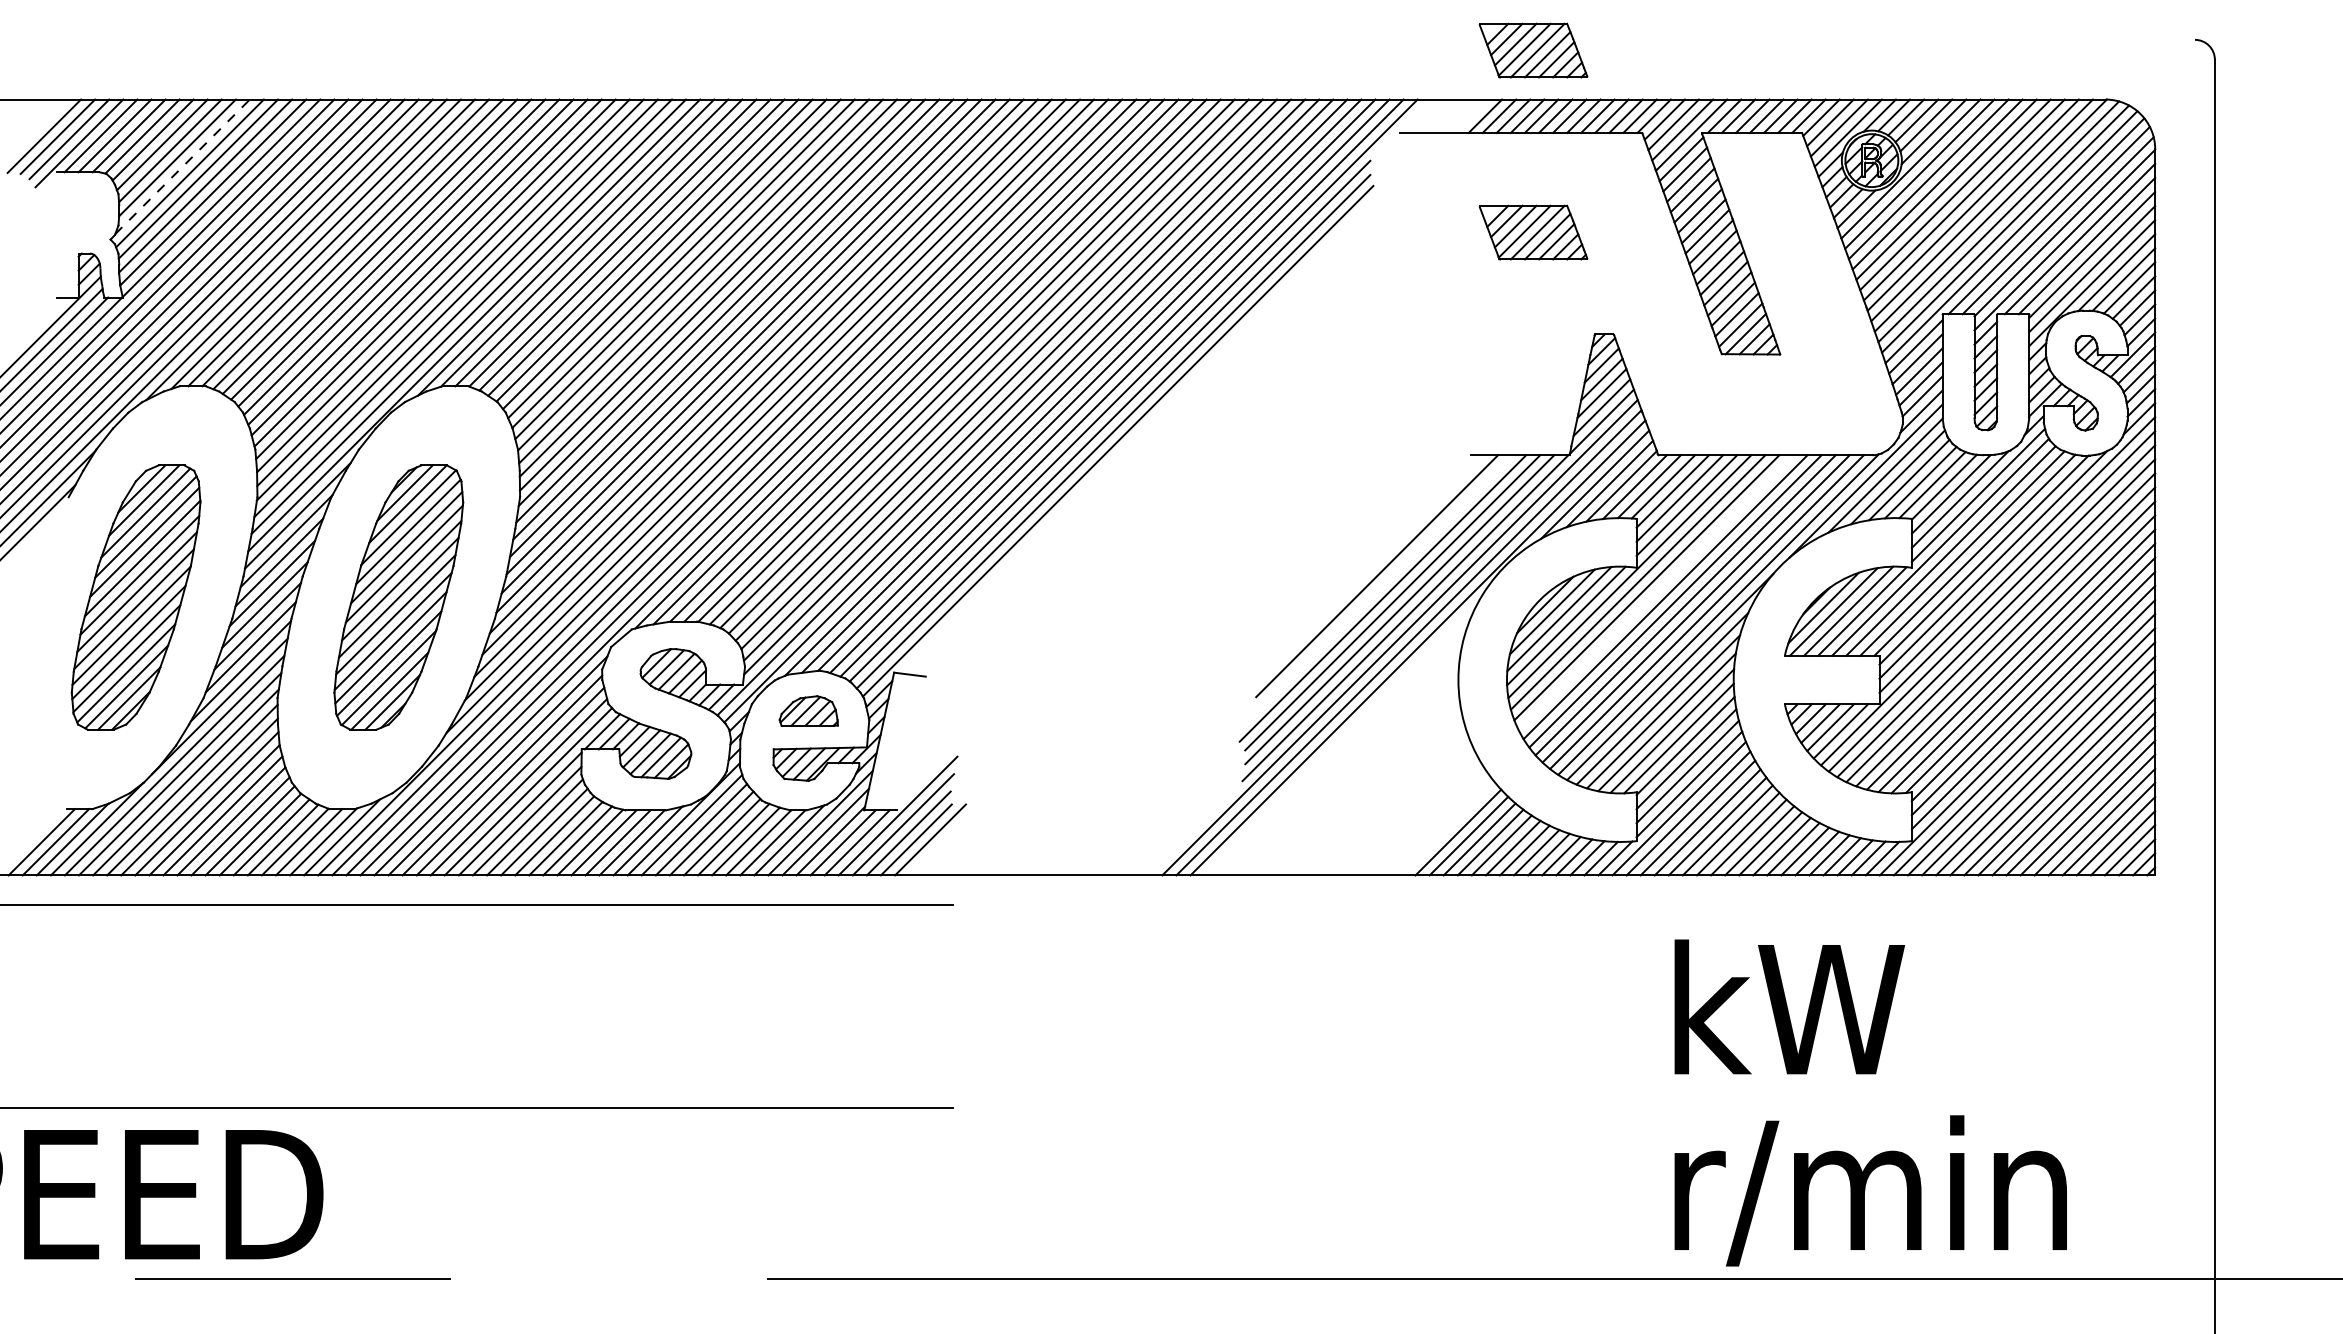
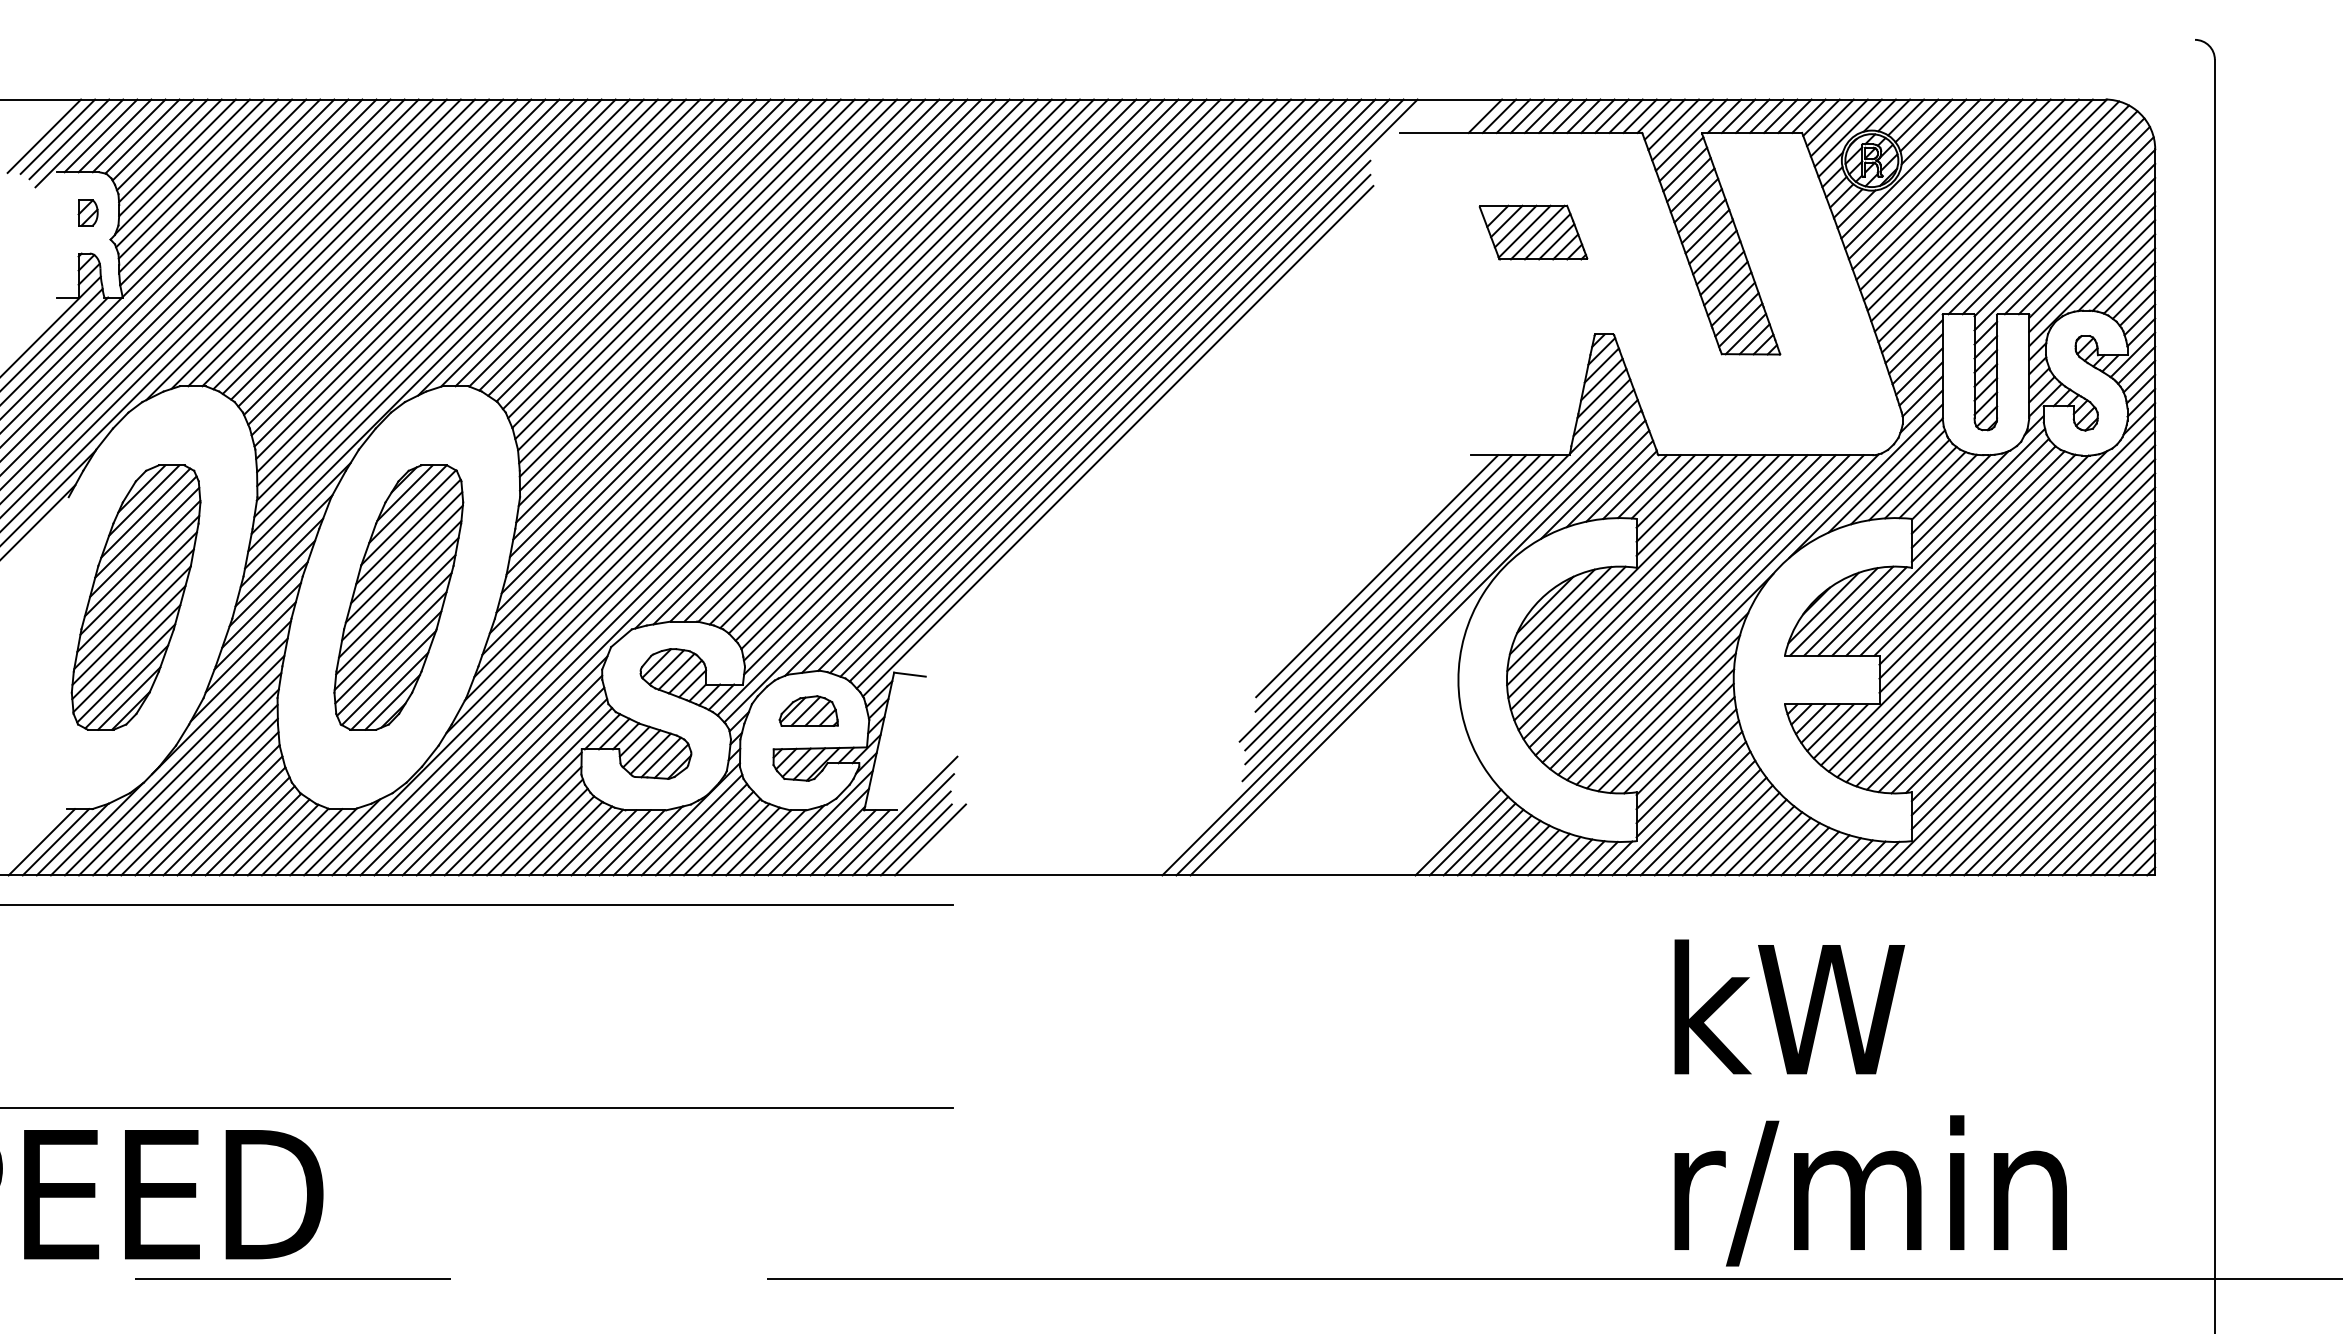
part at (1533, 50): present -> none
line at (182, 166): dashed -> solid
part at (87, 212): none -> present
line at (1383, 583): none -> present
line at (1655, 592): none -> present
